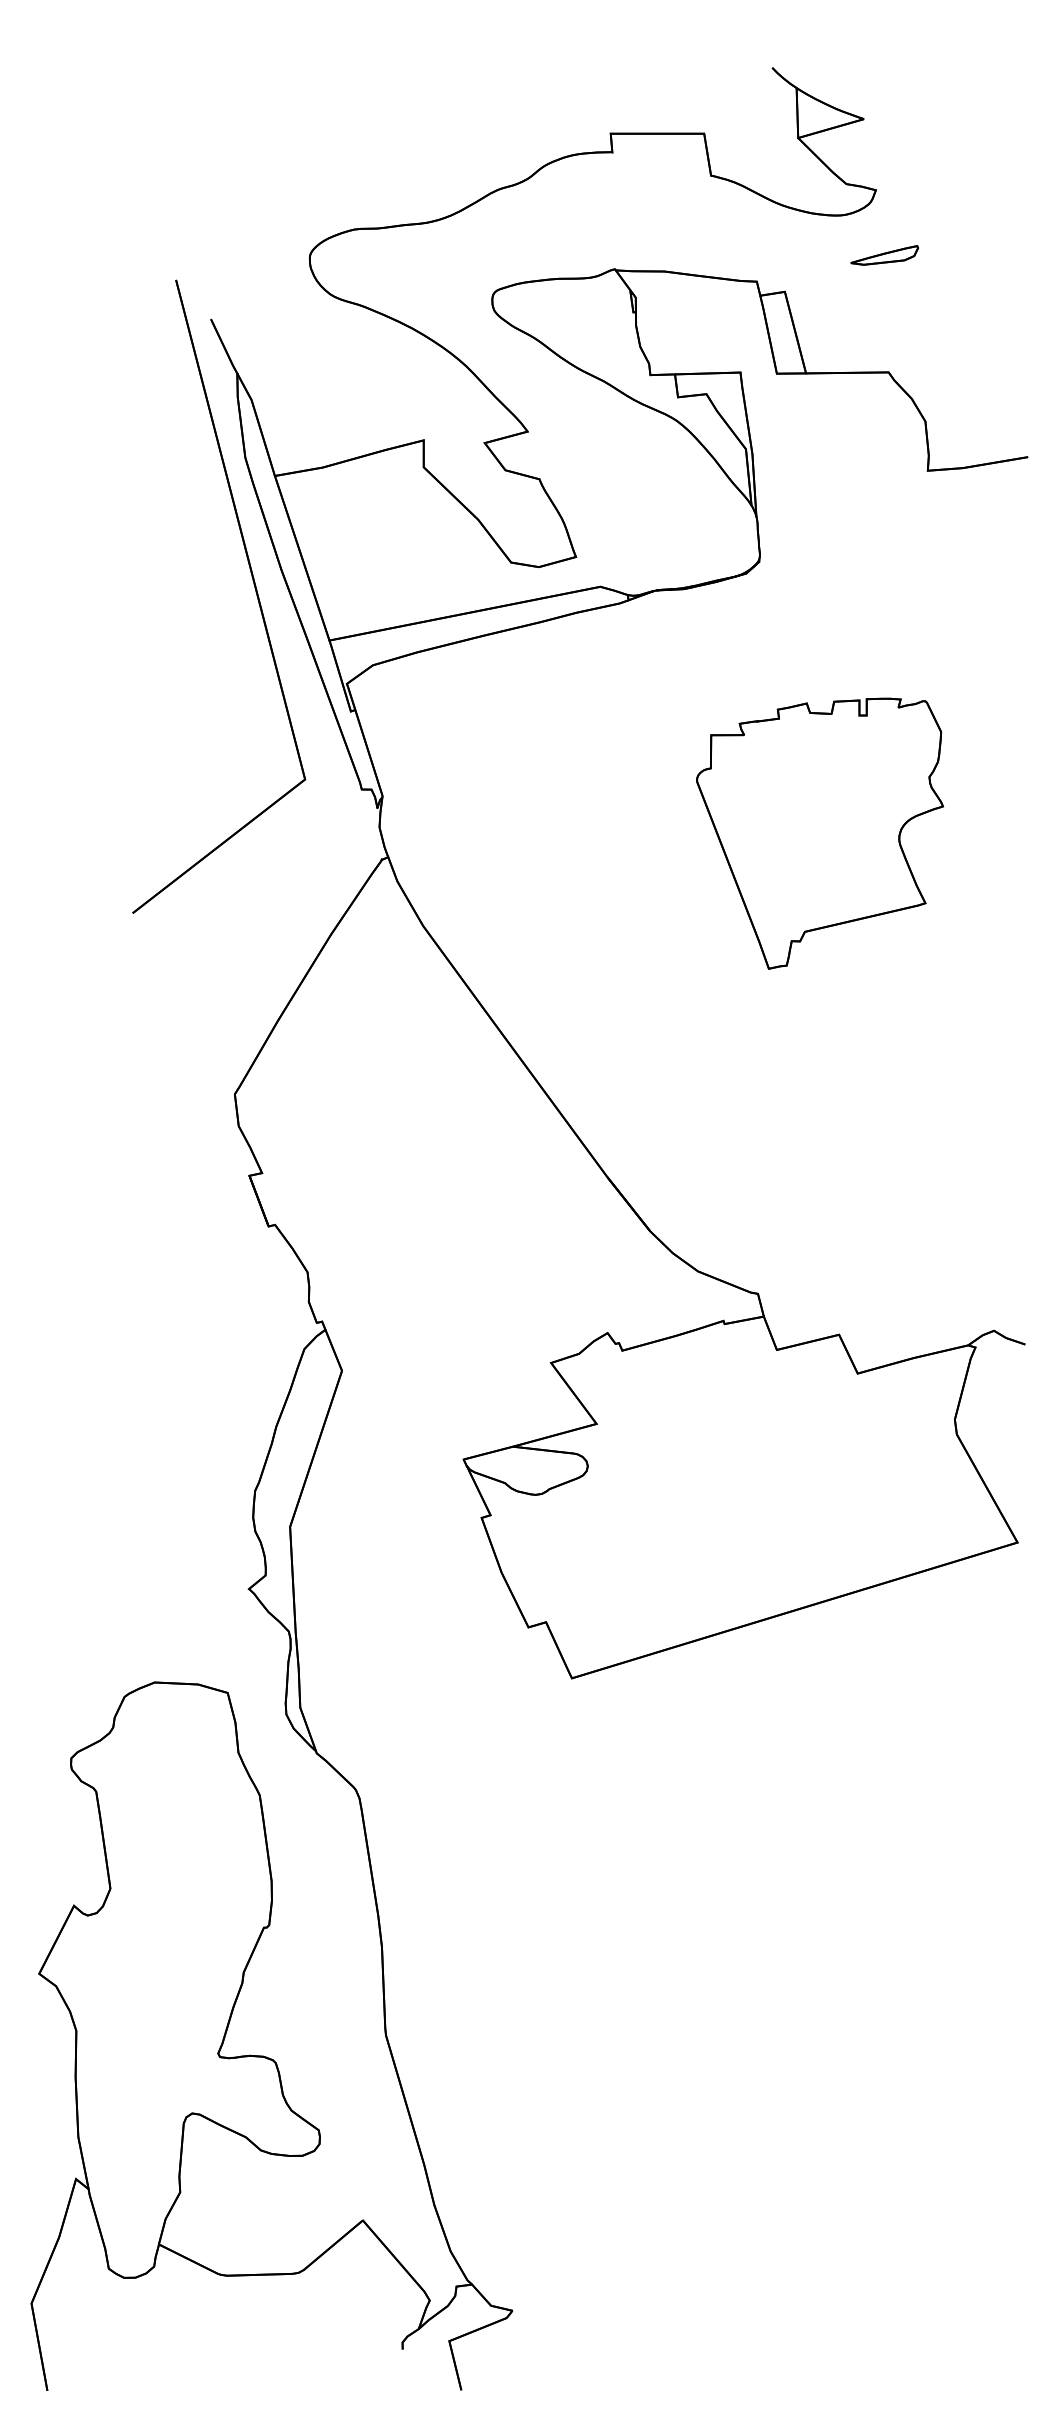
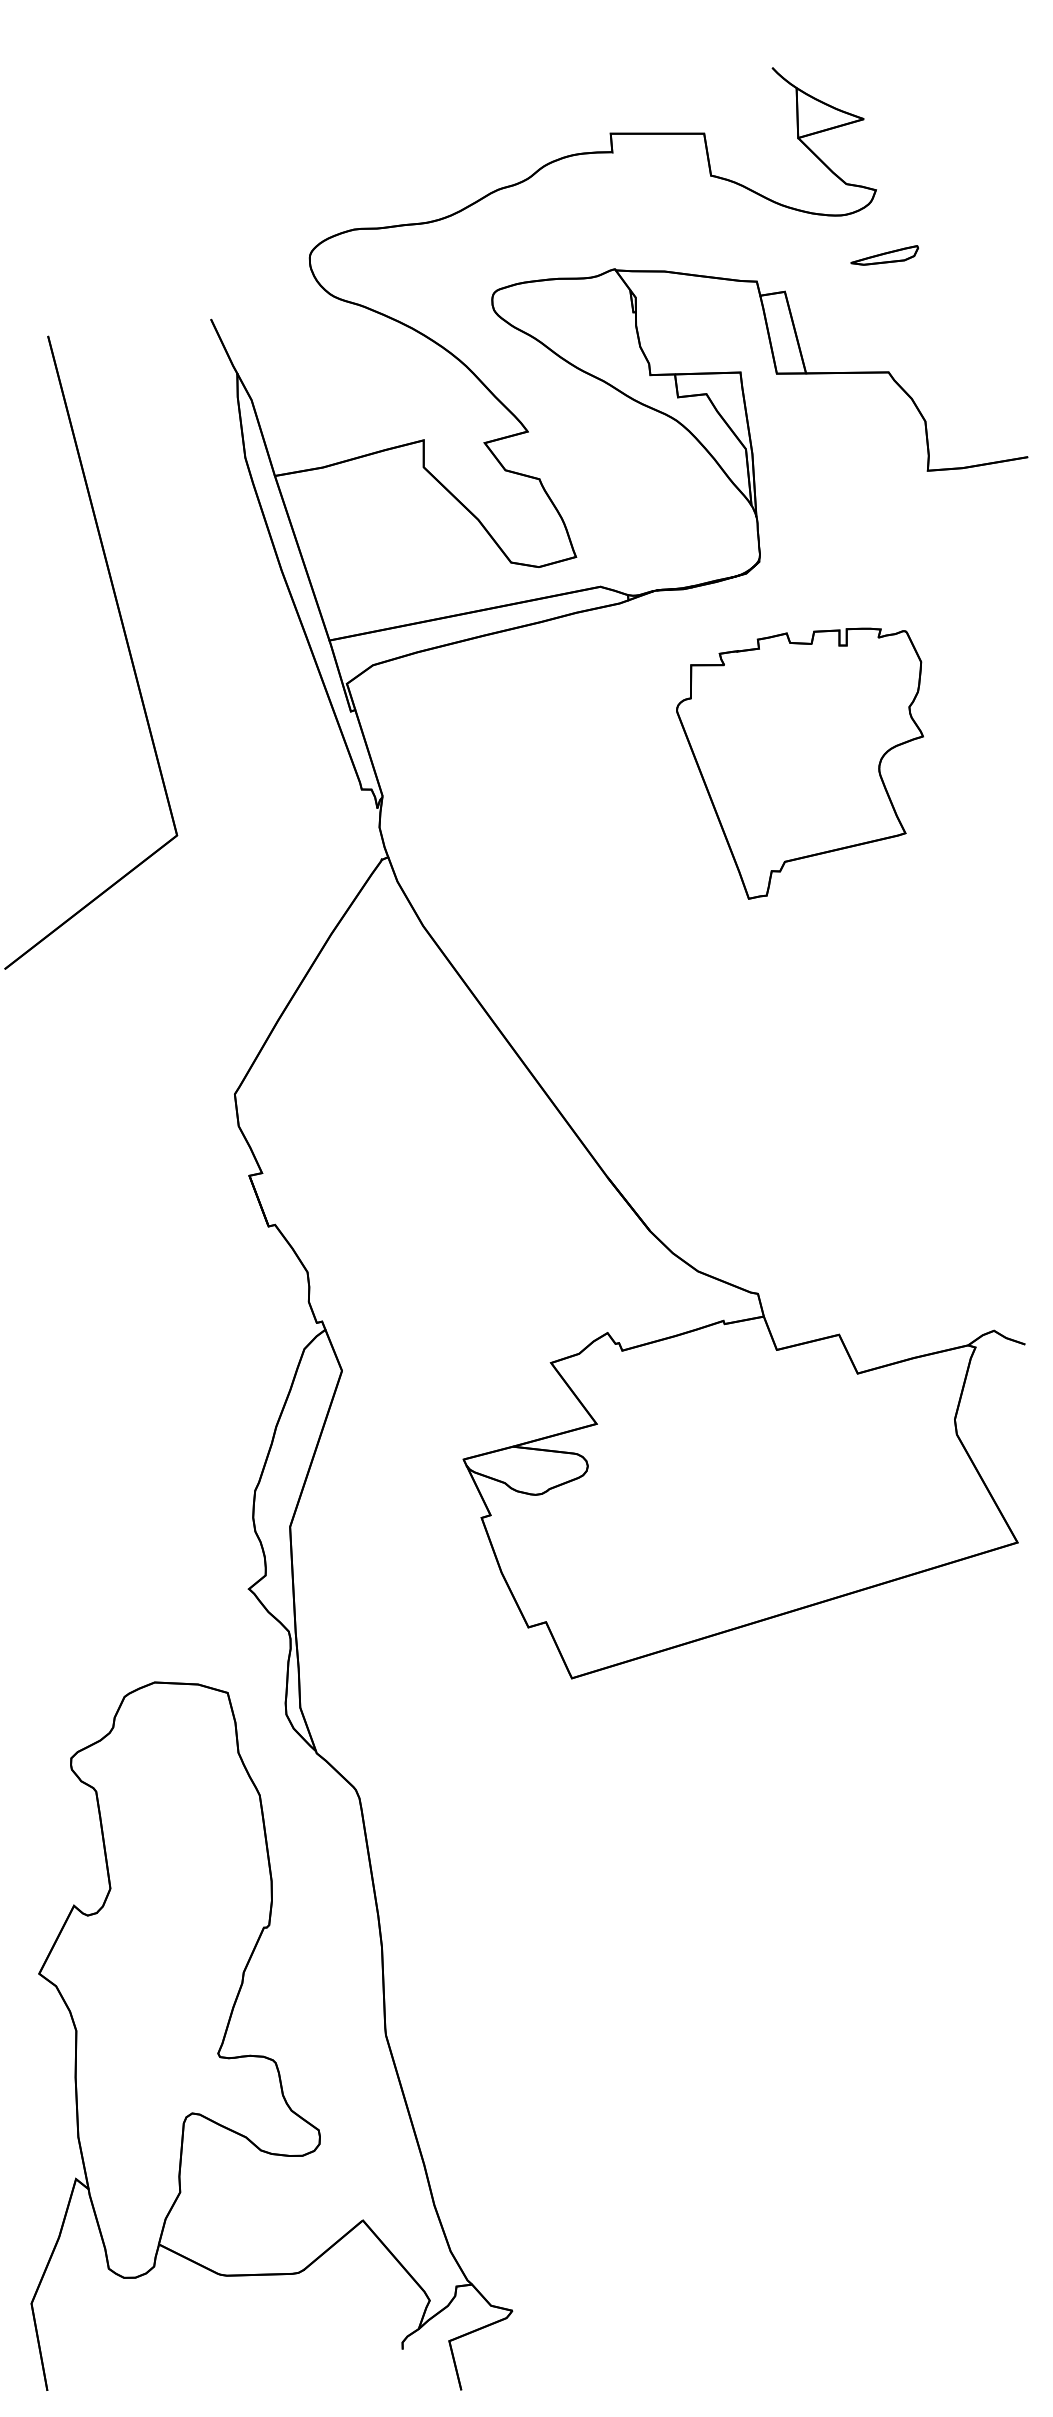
part at (254, 588) position: (254, 588) -> (126, 644)
part at (819, 833) position: (819, 833) -> (799, 763)
